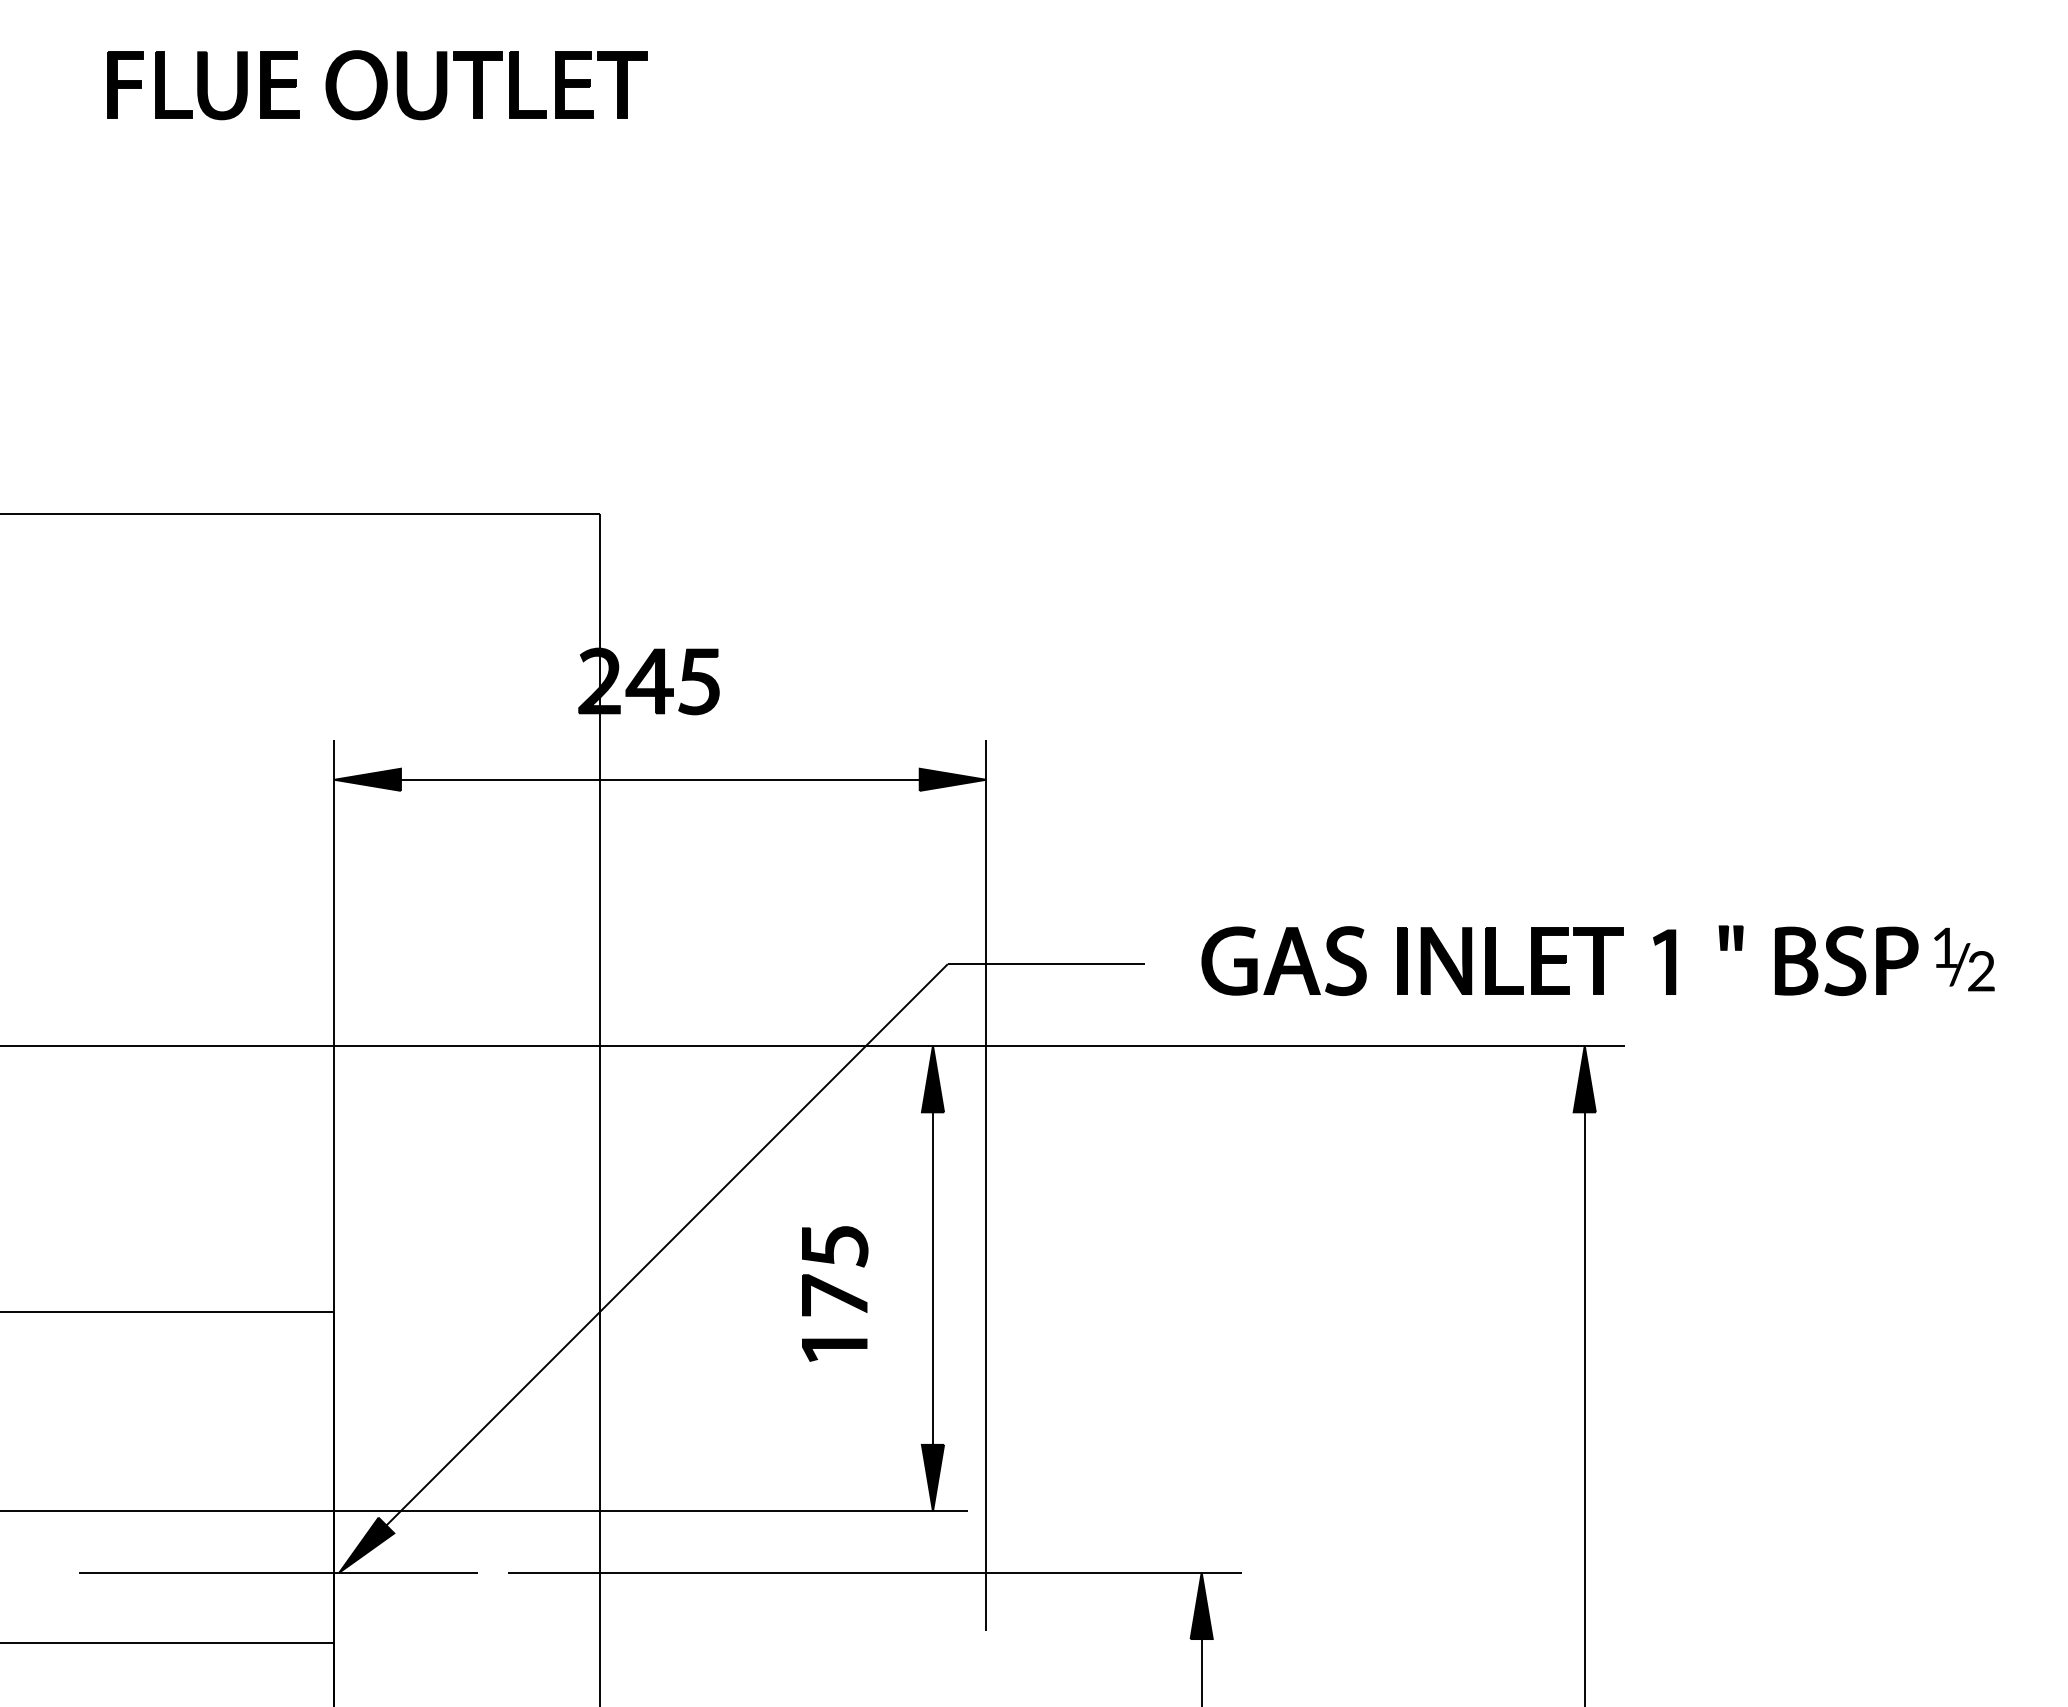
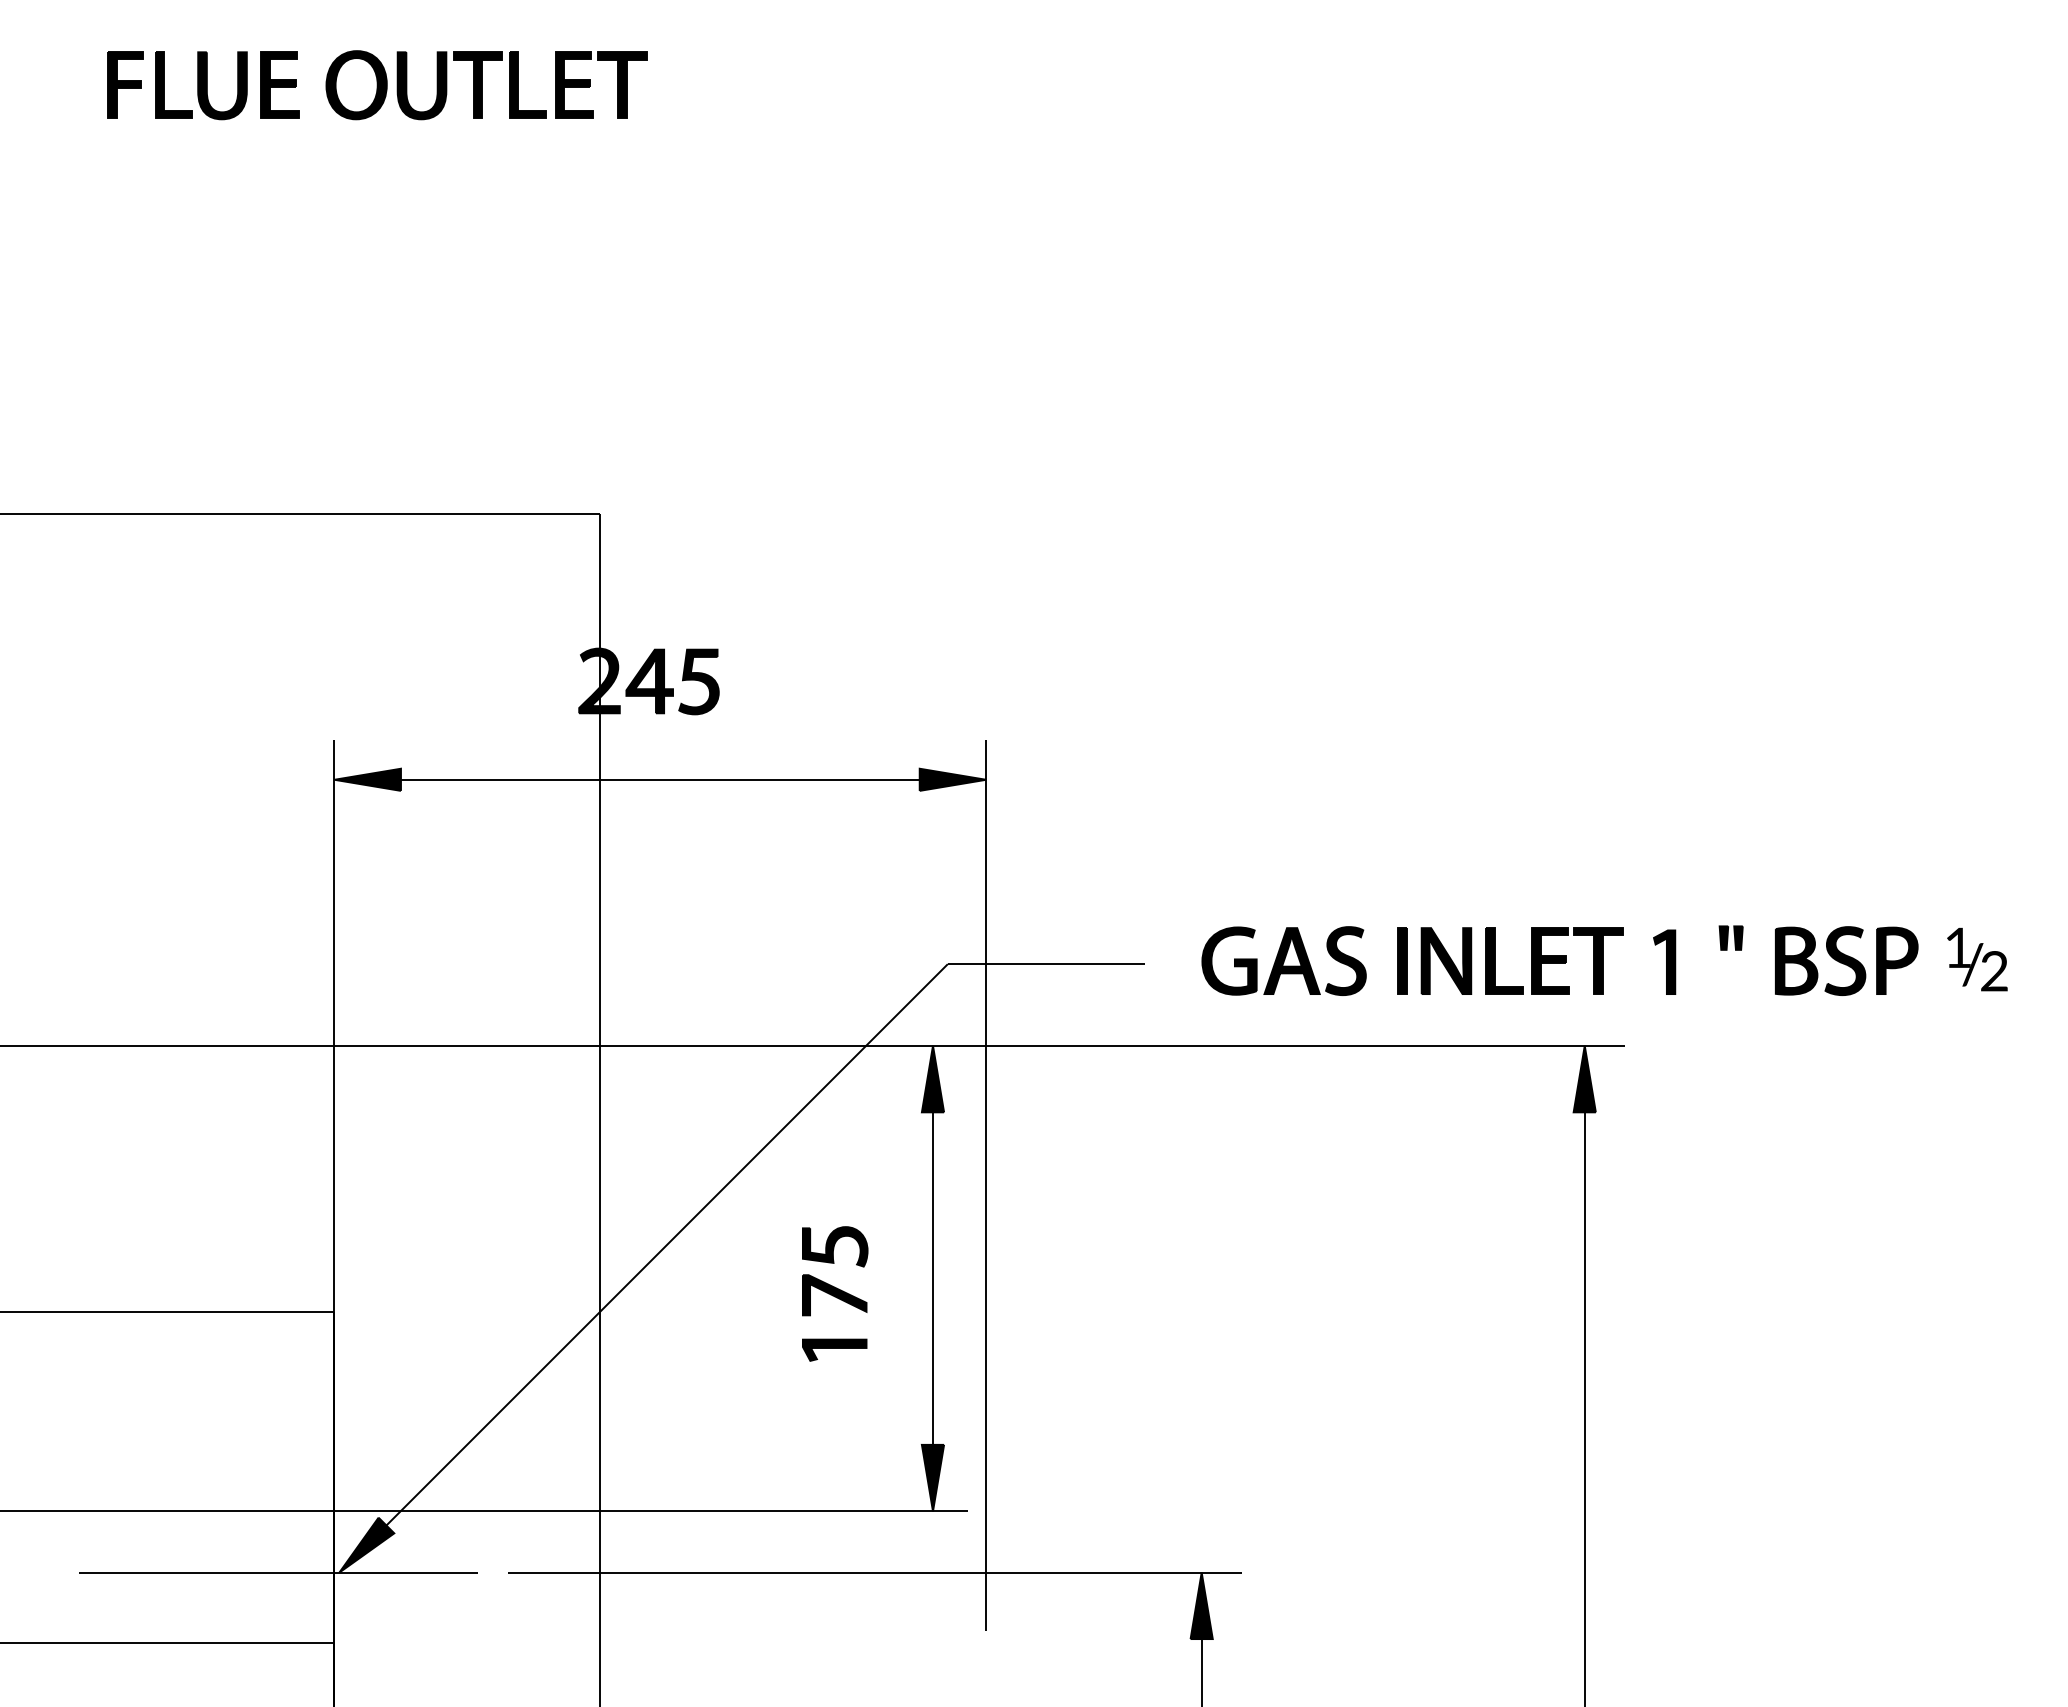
text at (1964, 959) position: (1964, 959) -> (1977, 959)
